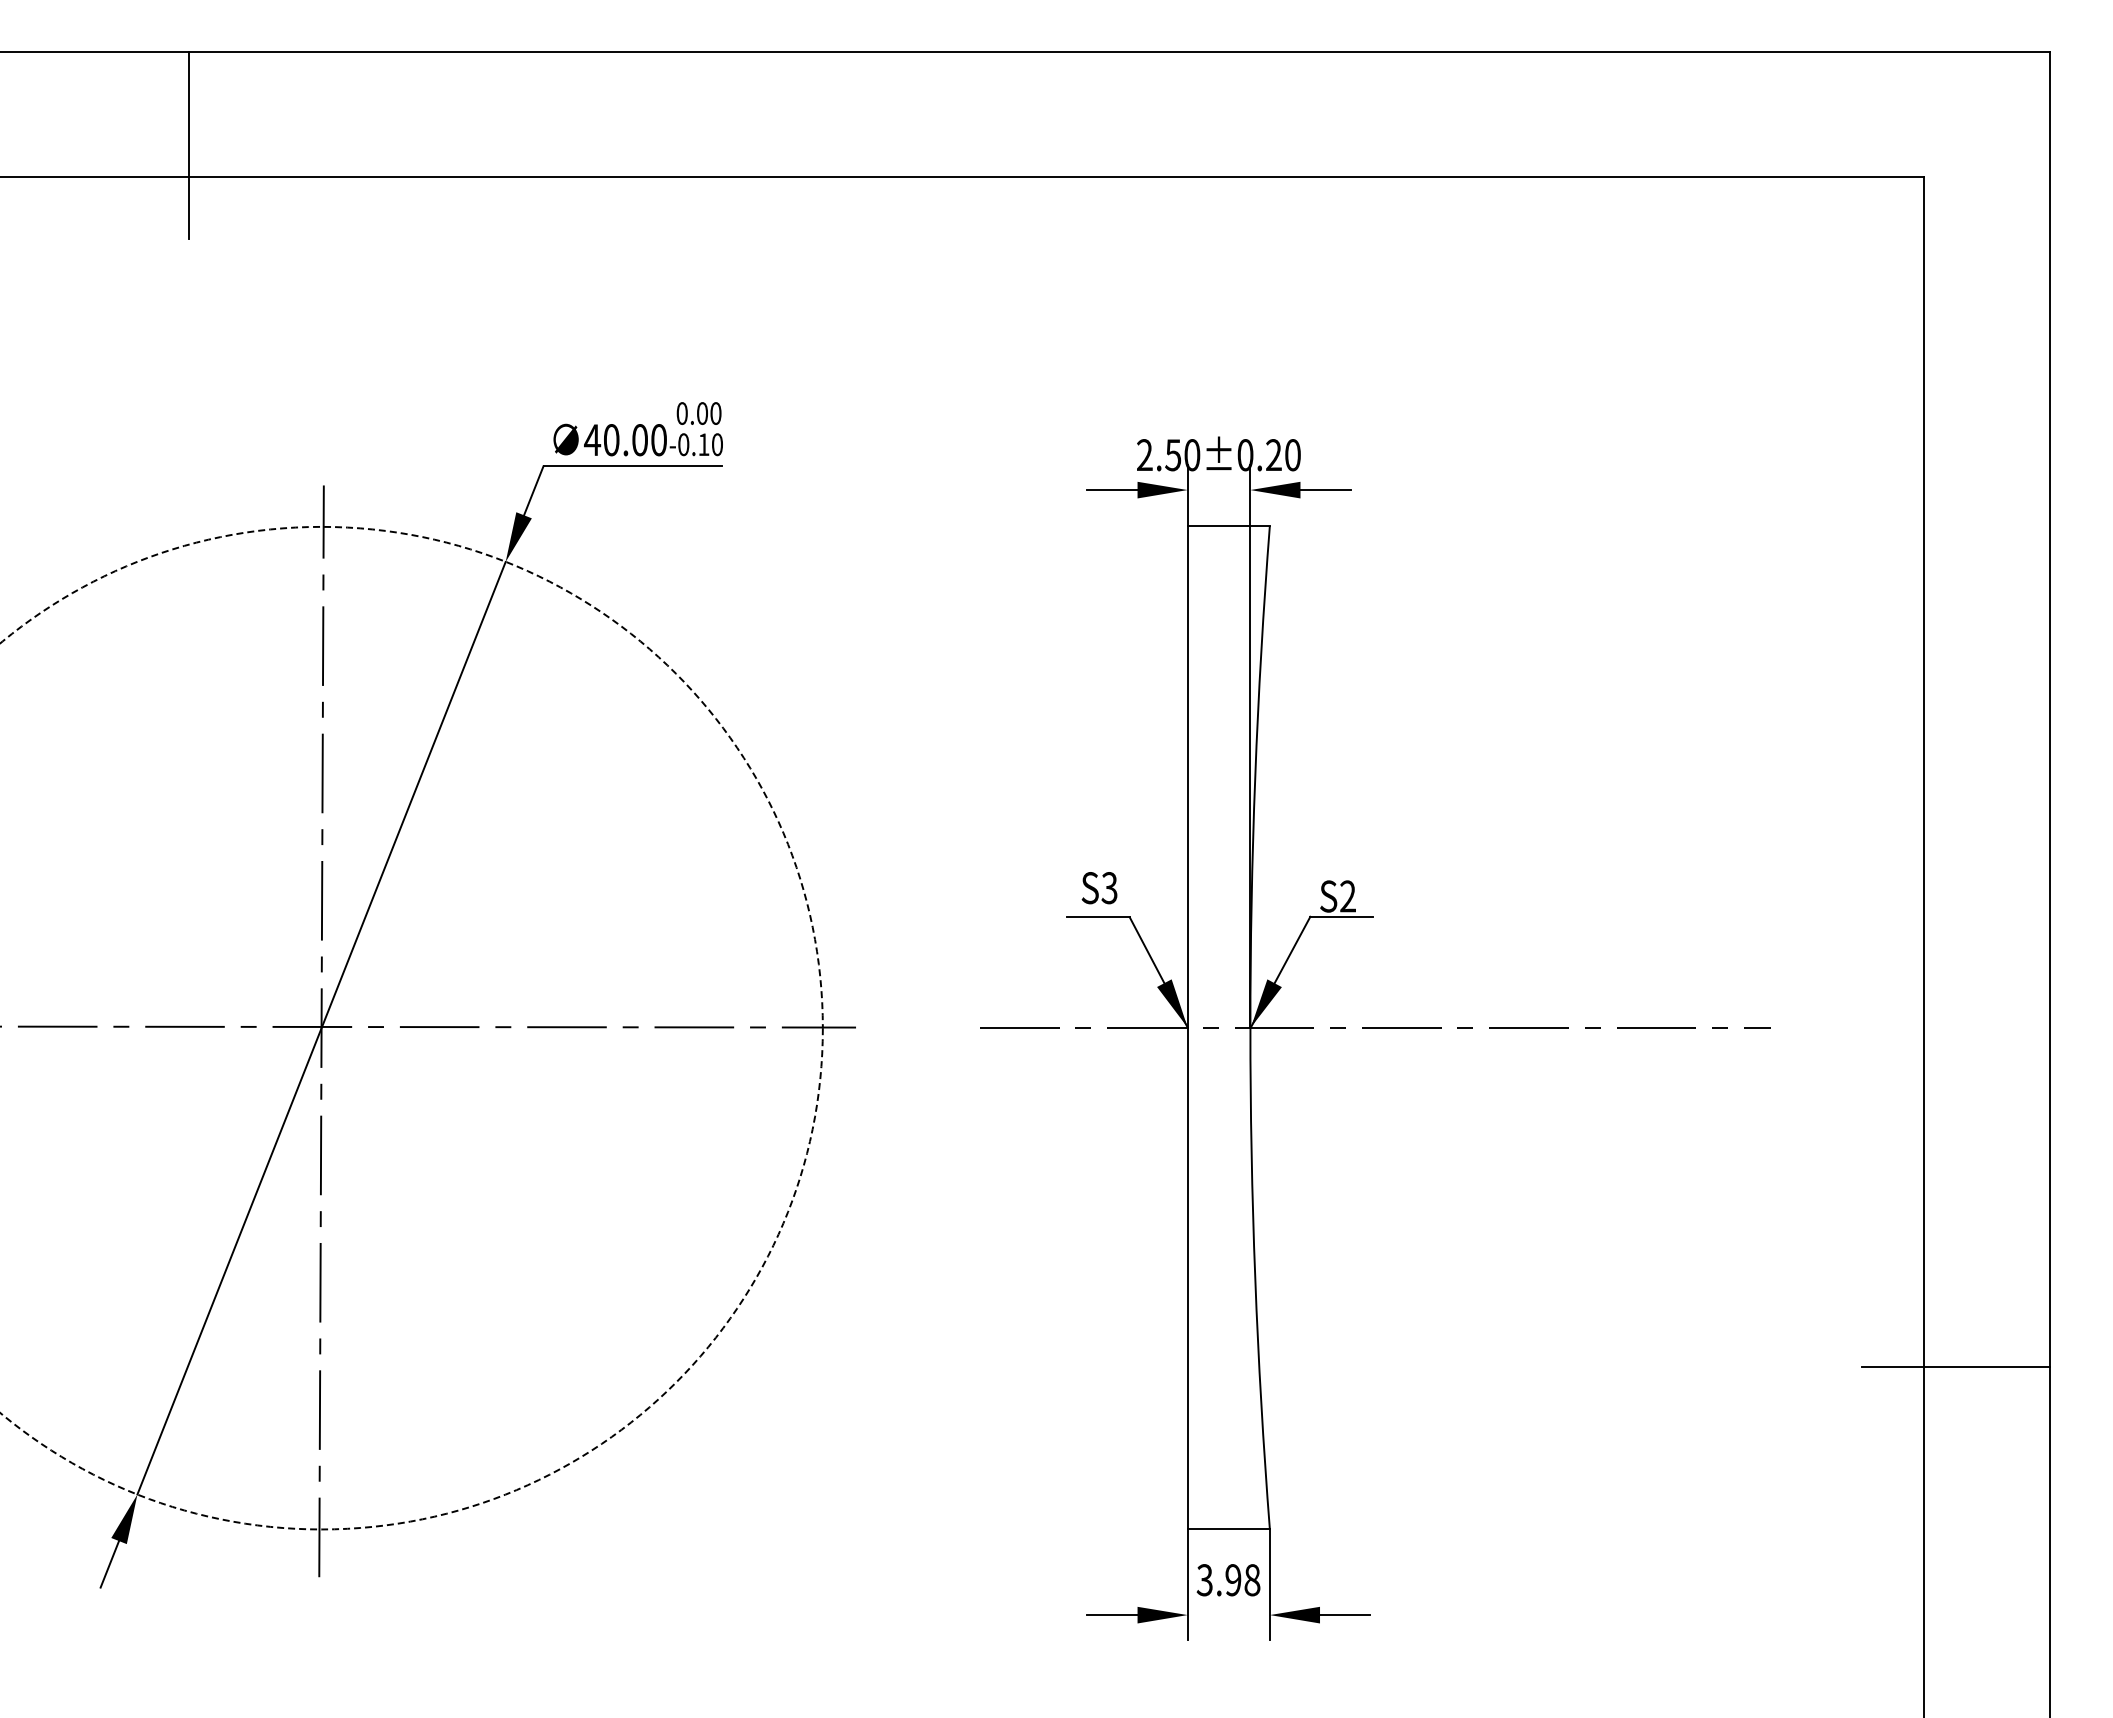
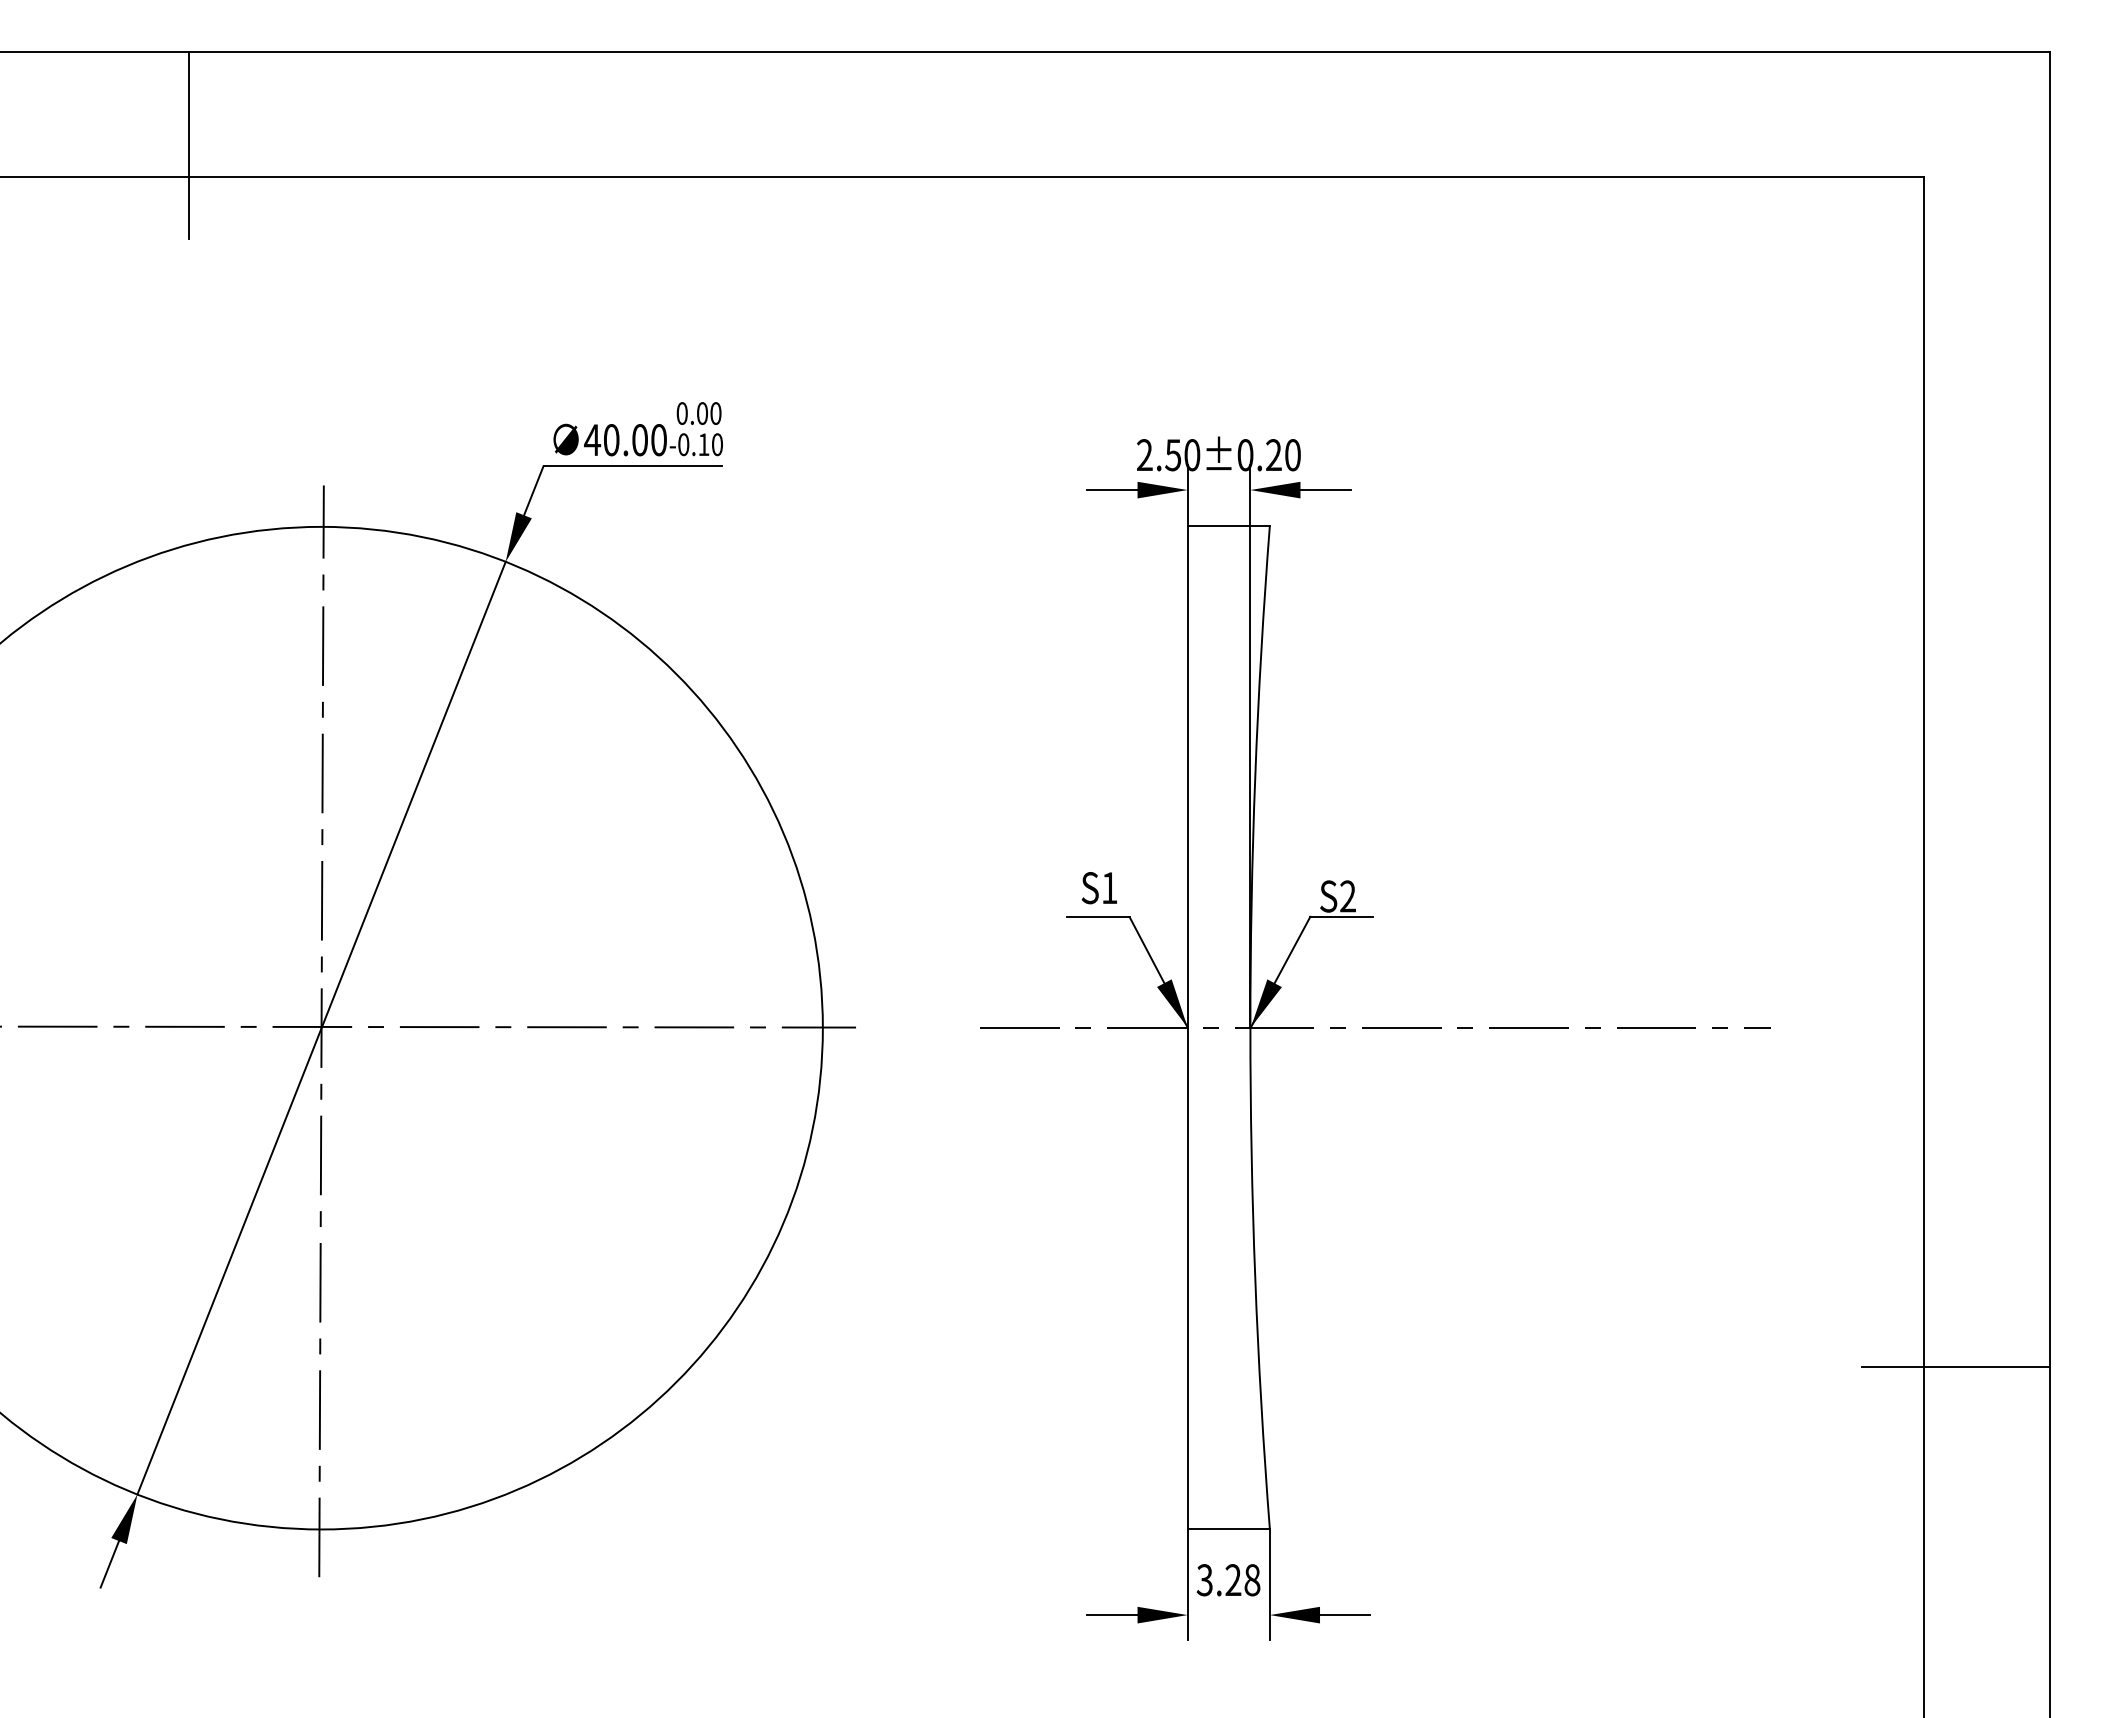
text at (1109, 888): S3 -> S1
circle at (411, 1027): dashed -> solid
text at (1233, 1580): 3.98 -> 3.28
